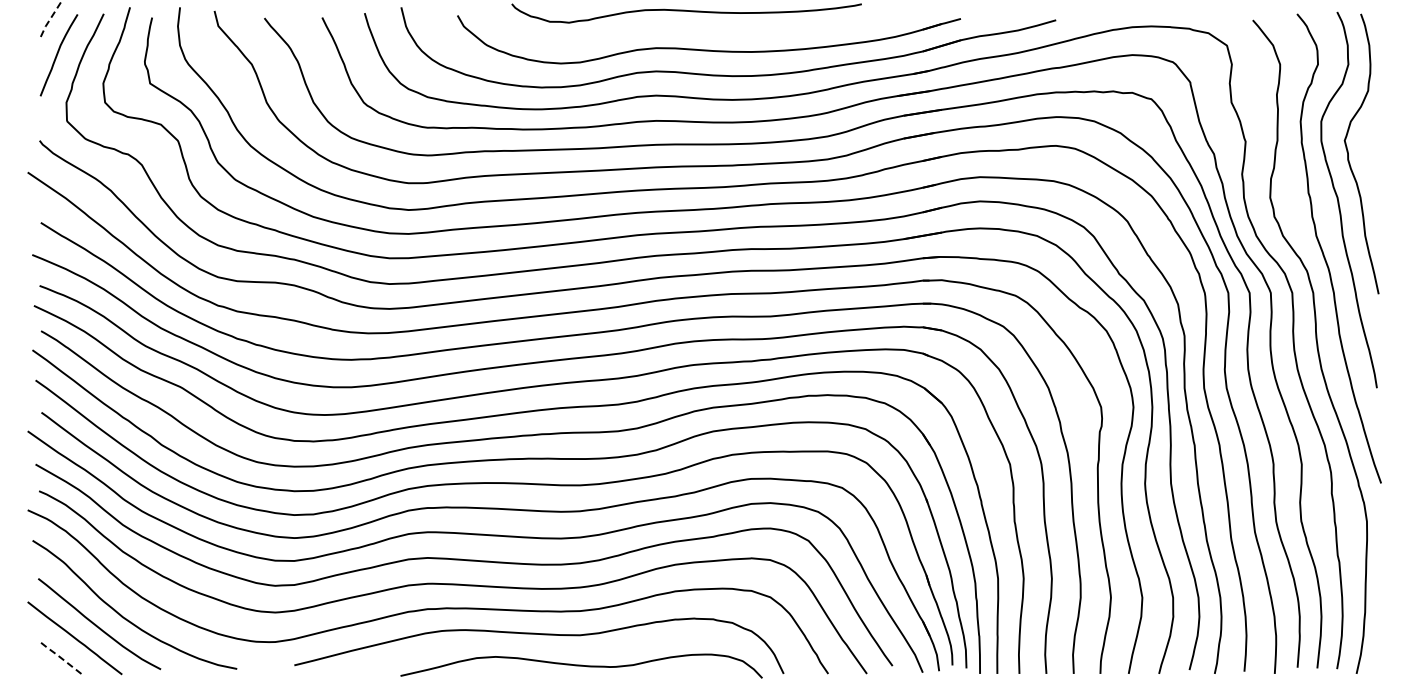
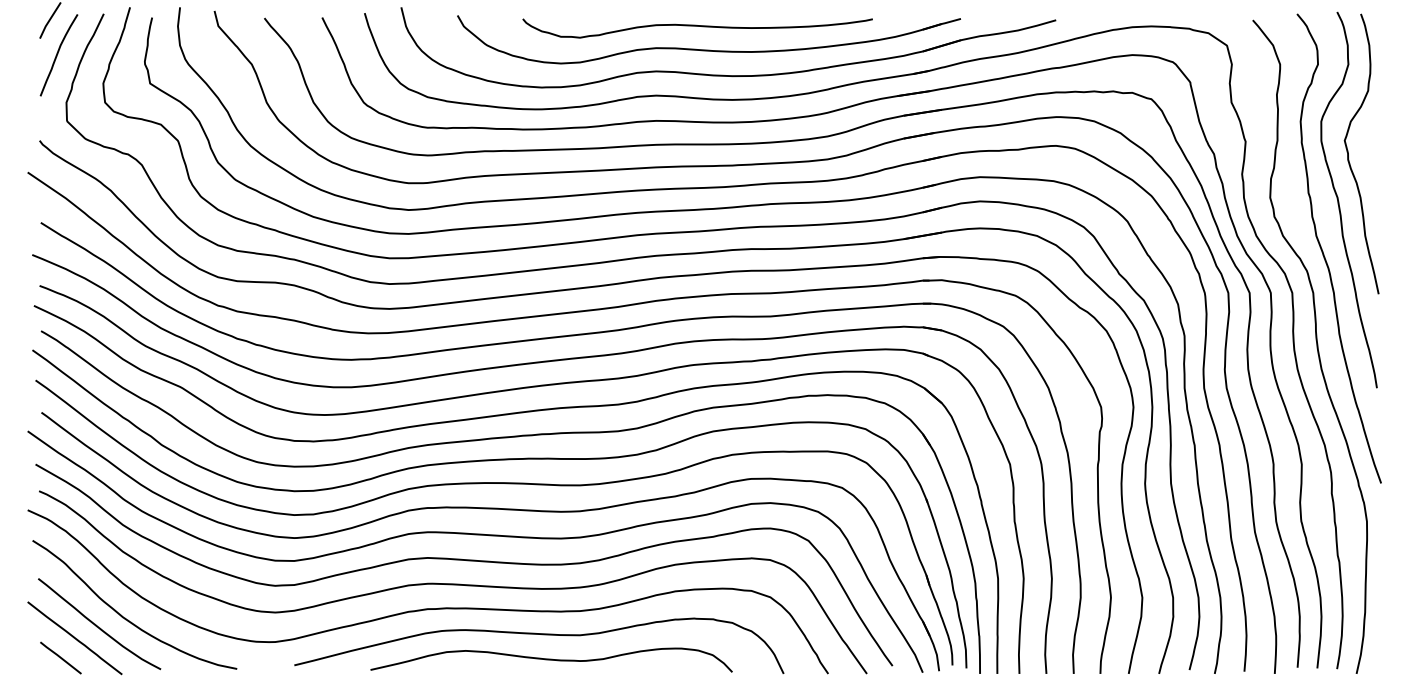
curve at (686, 11) position: (686, 11) -> (697, 26)
line at (49, 20): dashed -> solid
line at (59, 656): dashed -> solid
curve at (581, 665) position: (581, 665) -> (551, 659)
